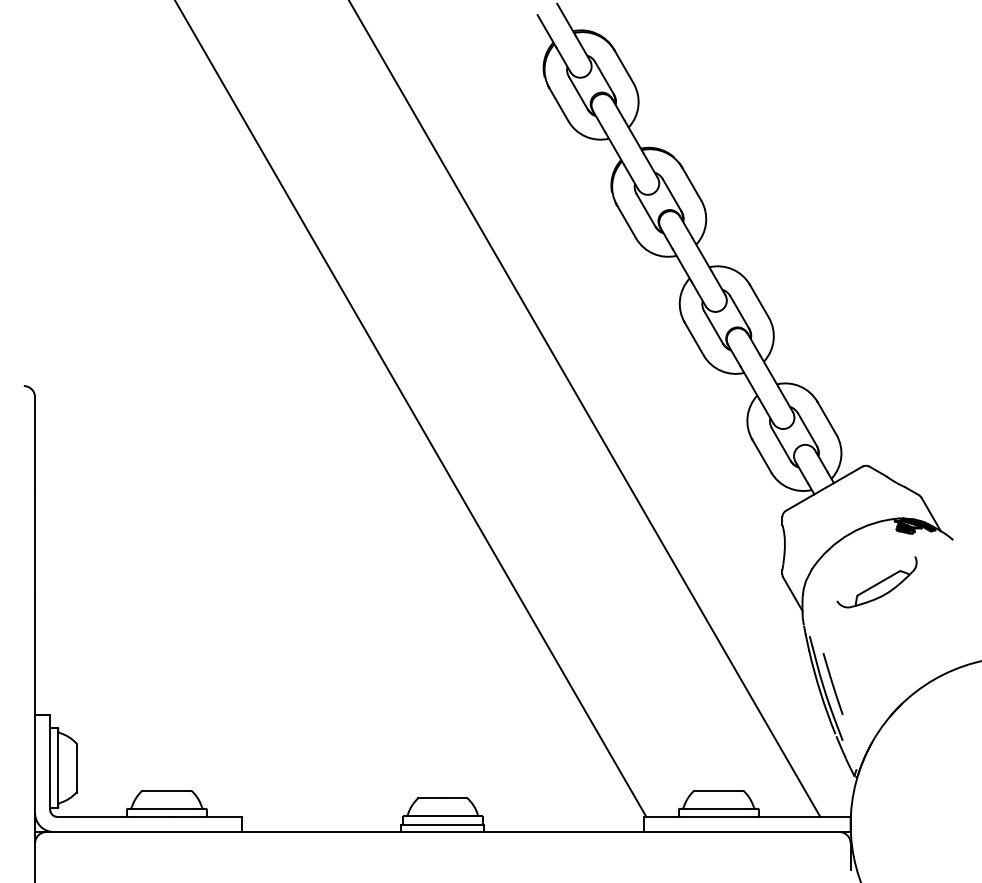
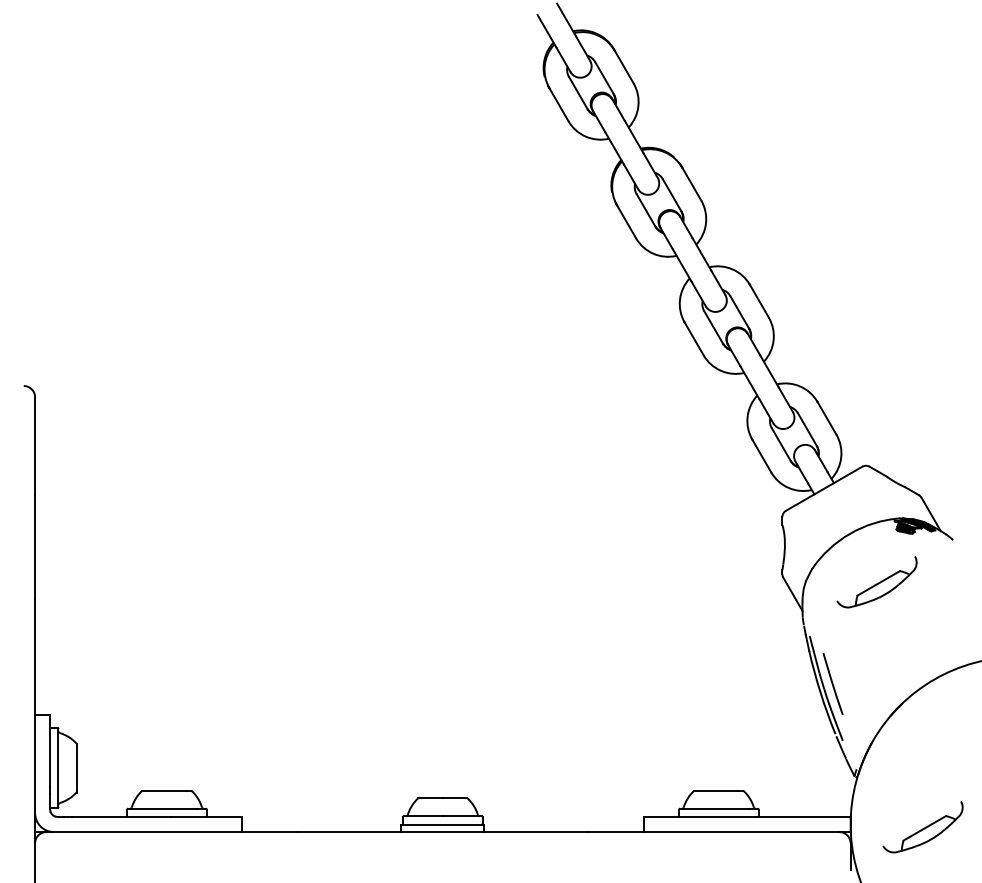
line at (411, 409): present -> none
line at (584, 409): present -> none
part at (922, 827): none -> present
